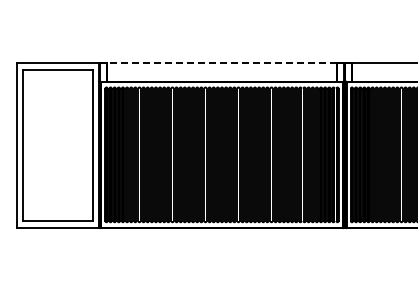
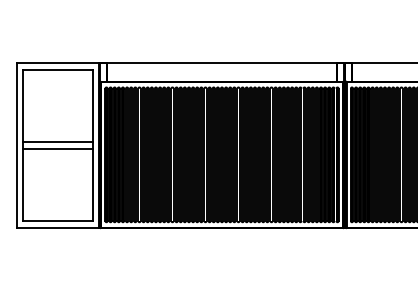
line at (221, 62): dashed -> solid
line at (57, 142): none -> present
line at (57, 148): none -> present
